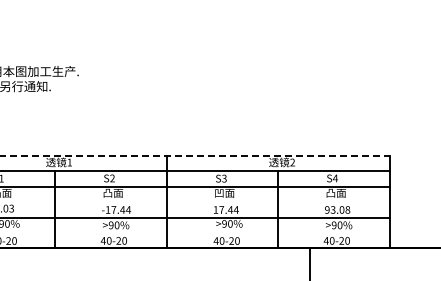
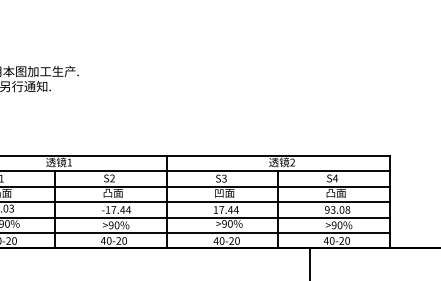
line at (195, 155): dashed -> solid
line at (195, 202): none -> present
line at (195, 233): none -> present
